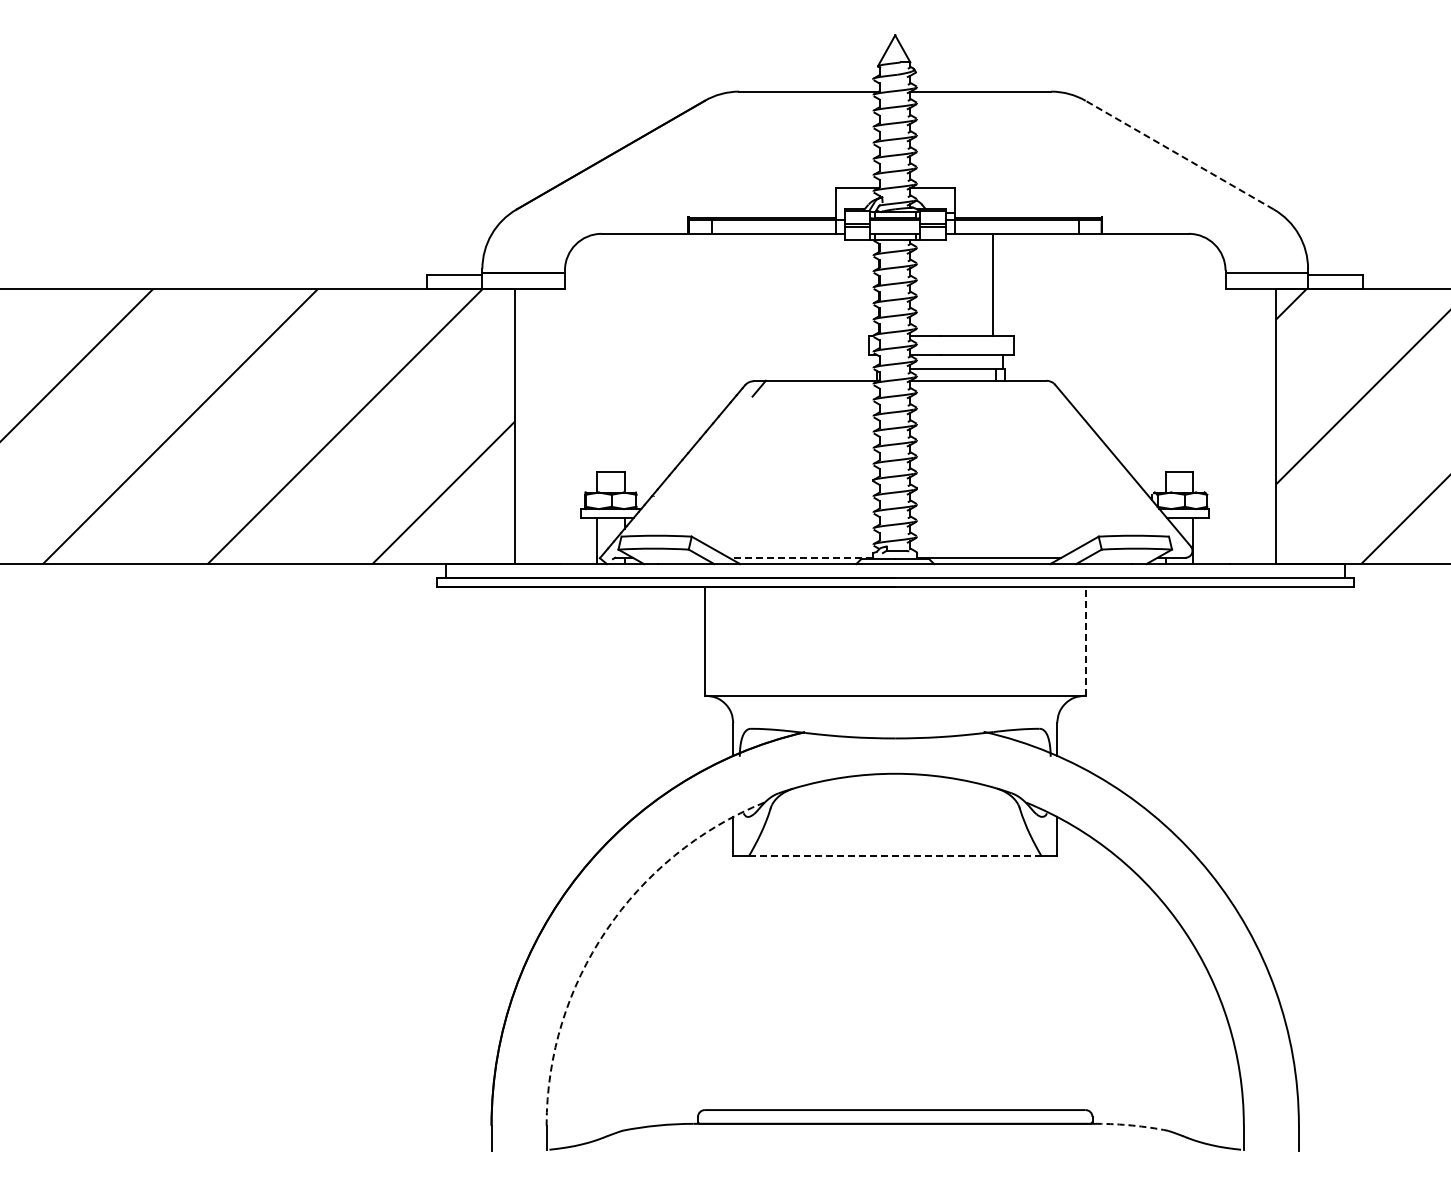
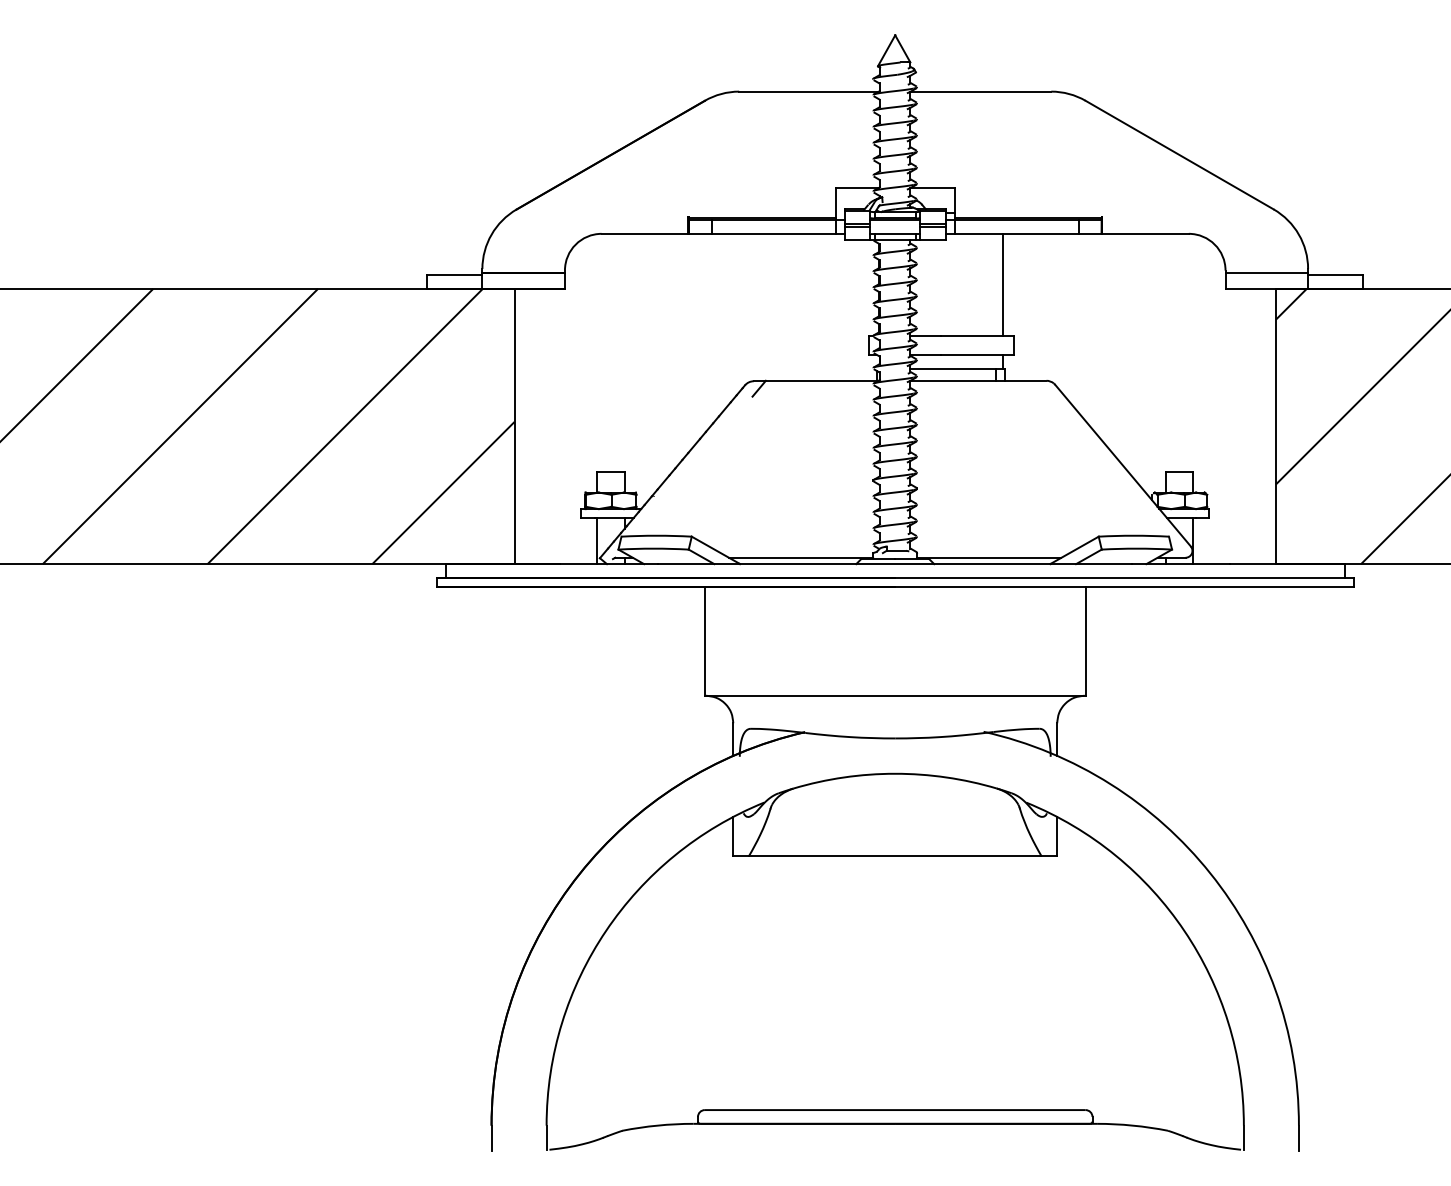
line at (1179, 155): dashed -> solid
line at (993, 284) position: (993, 284) -> (1003, 284)
line at (800, 557): dashed -> solid
line at (1085, 640): dashed -> solid
line at (895, 855): dashed -> solid
arc at (606, 930): dashed -> solid
arc at (1132, 1125): dashed -> solid
